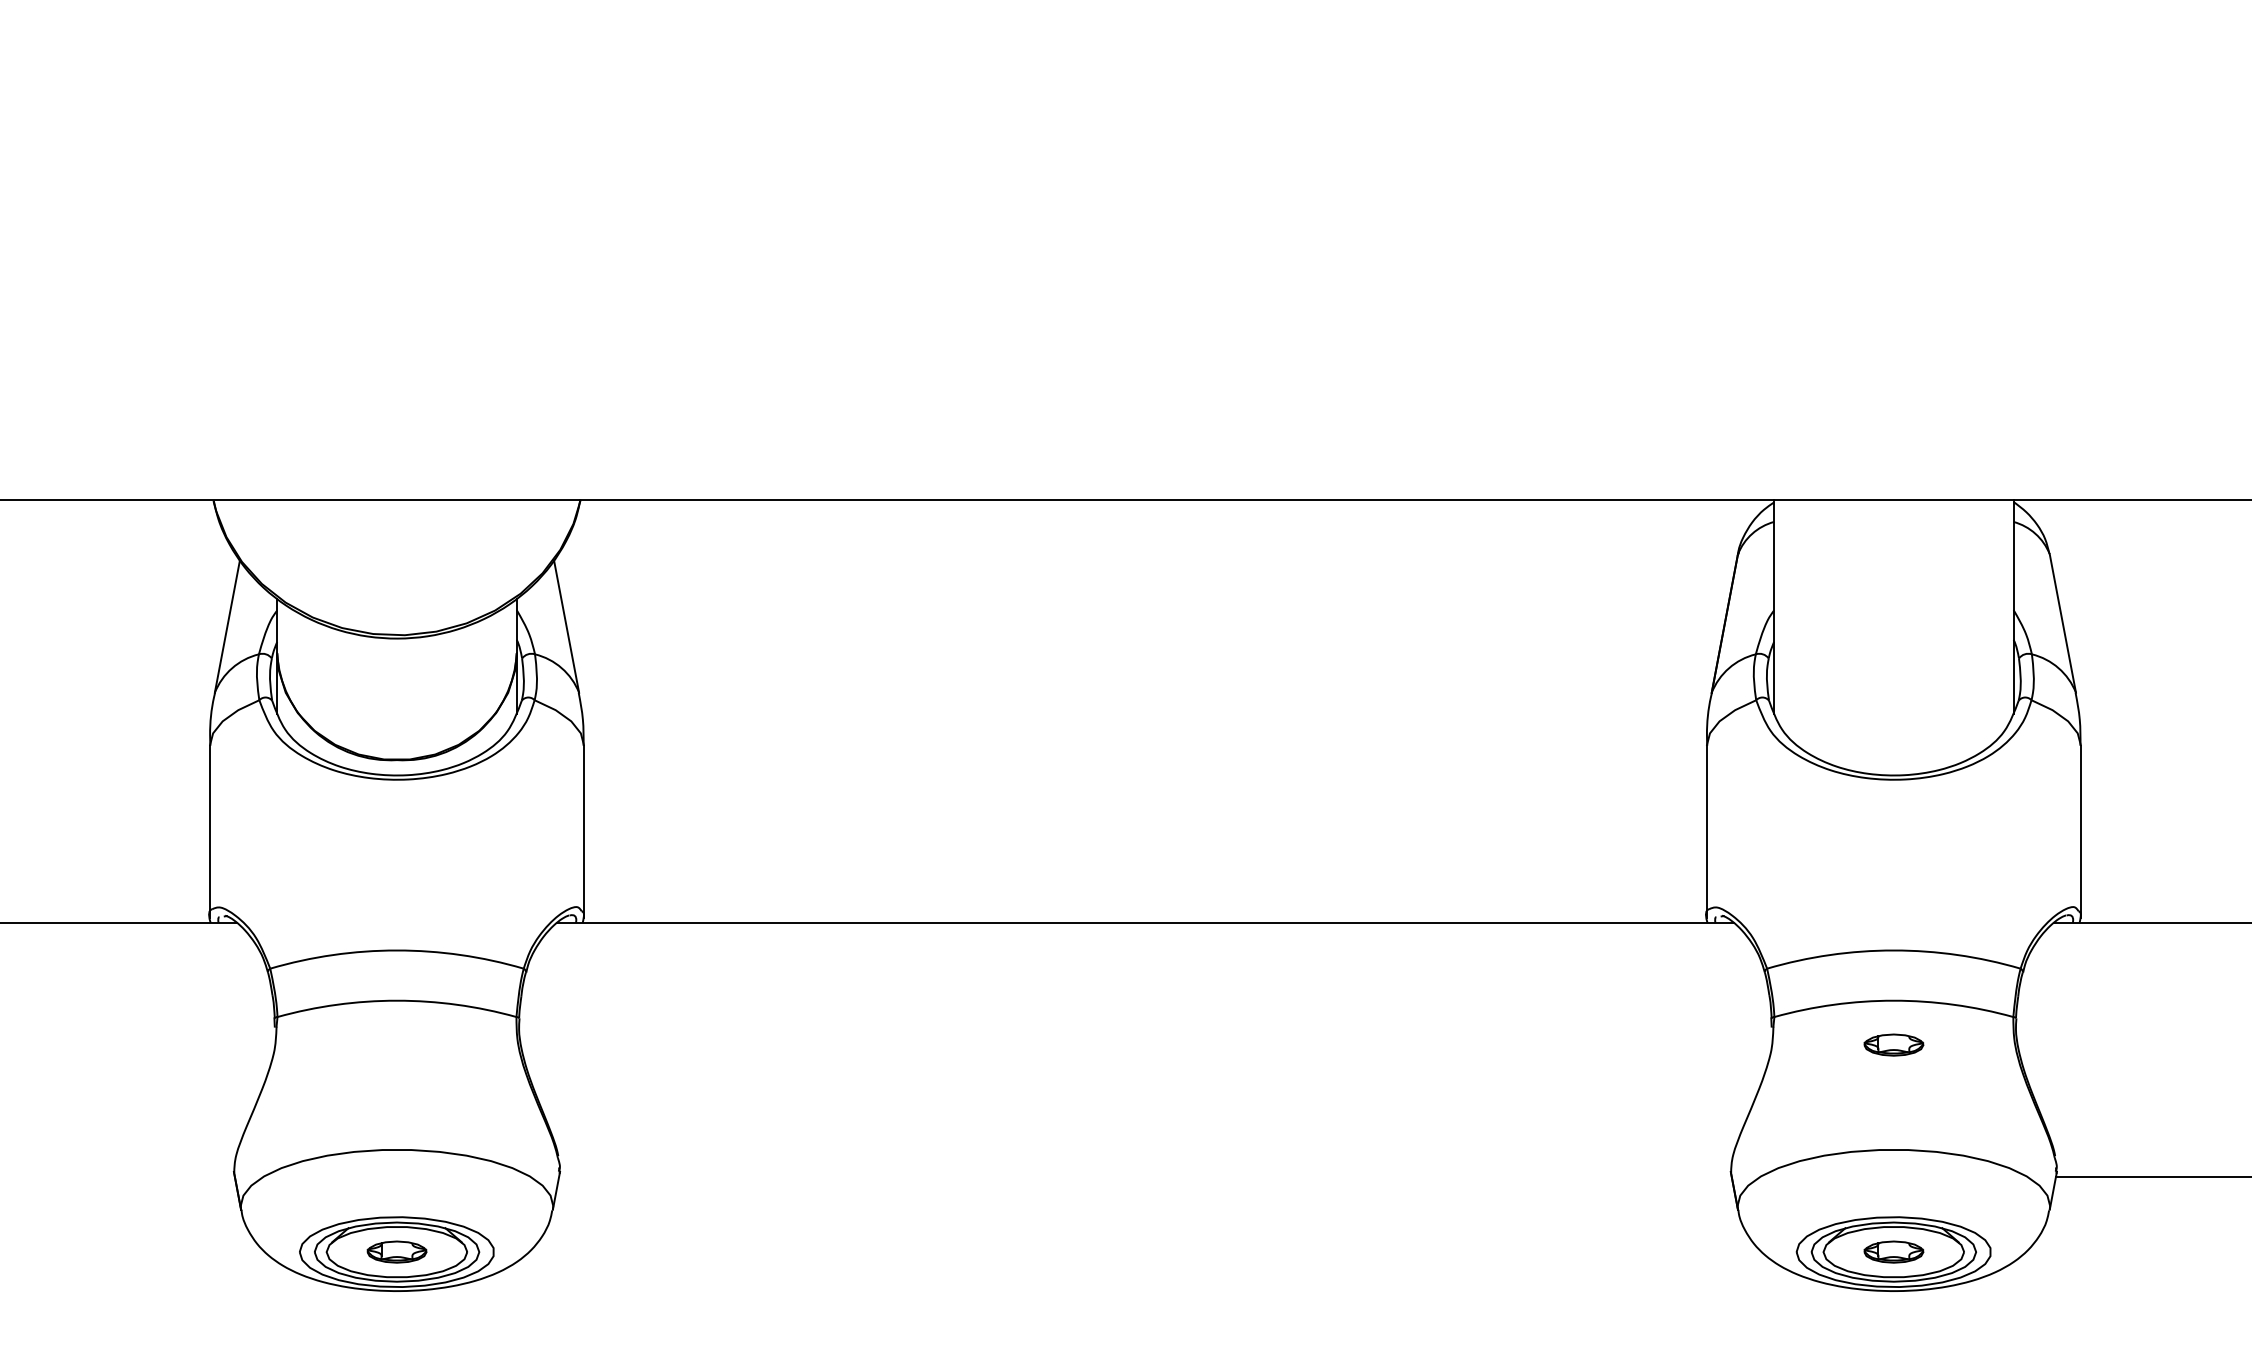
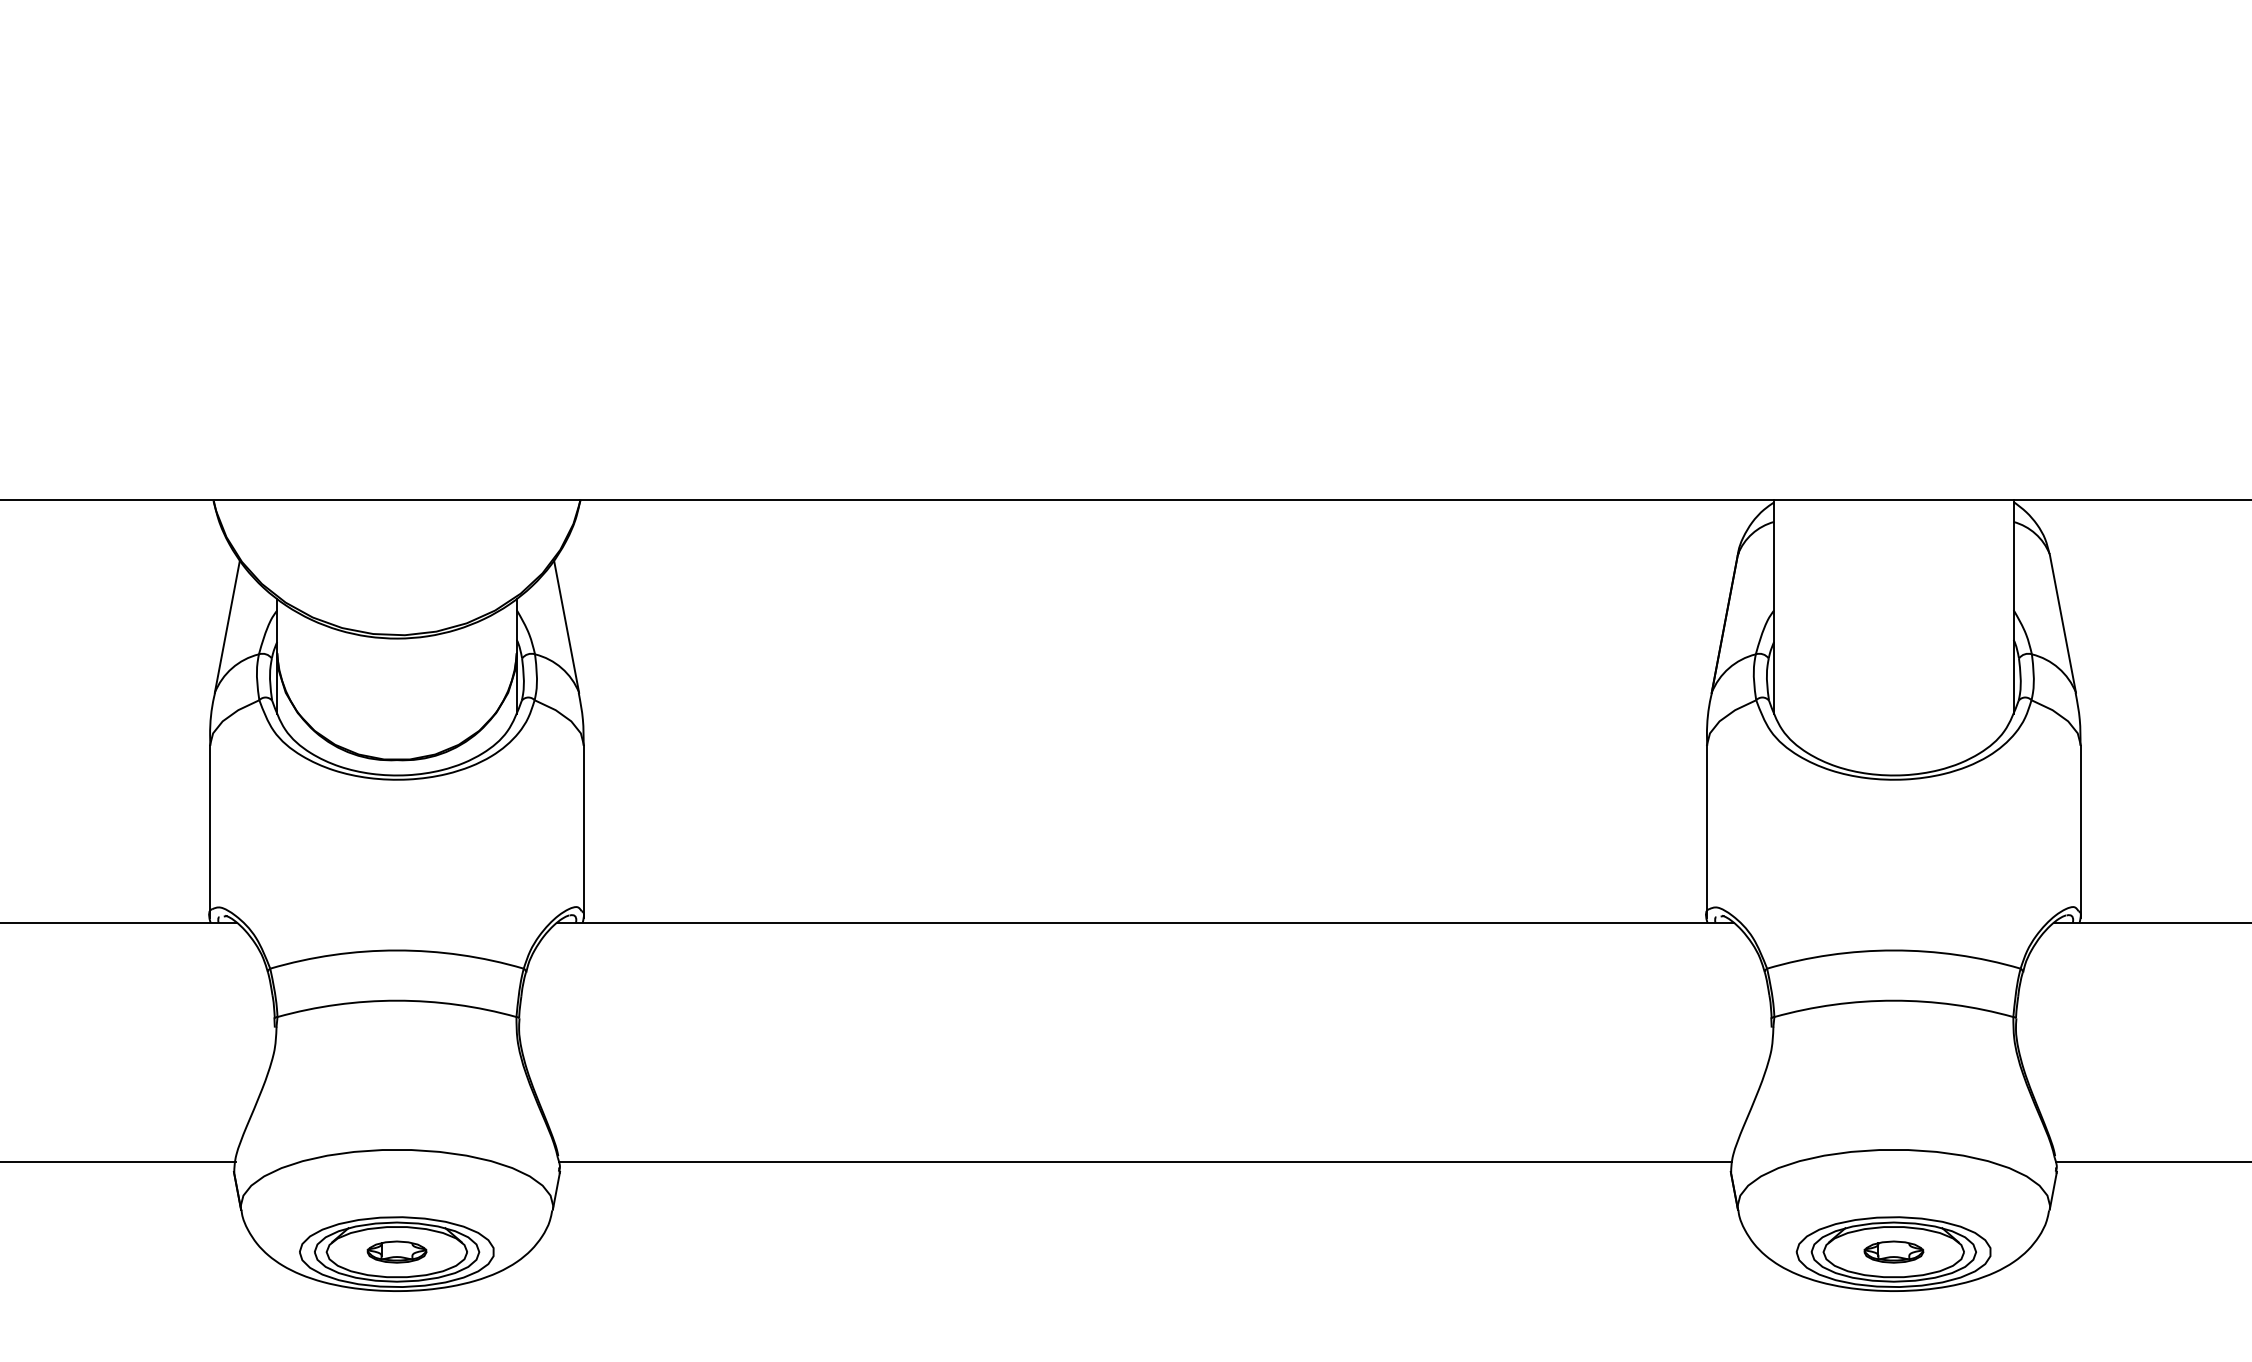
part at (1893, 1044): present -> none
line at (118, 1162): none -> present
line at (1145, 1162): none -> present
line at (2151, 1177) position: (2151, 1177) -> (2151, 1162)
